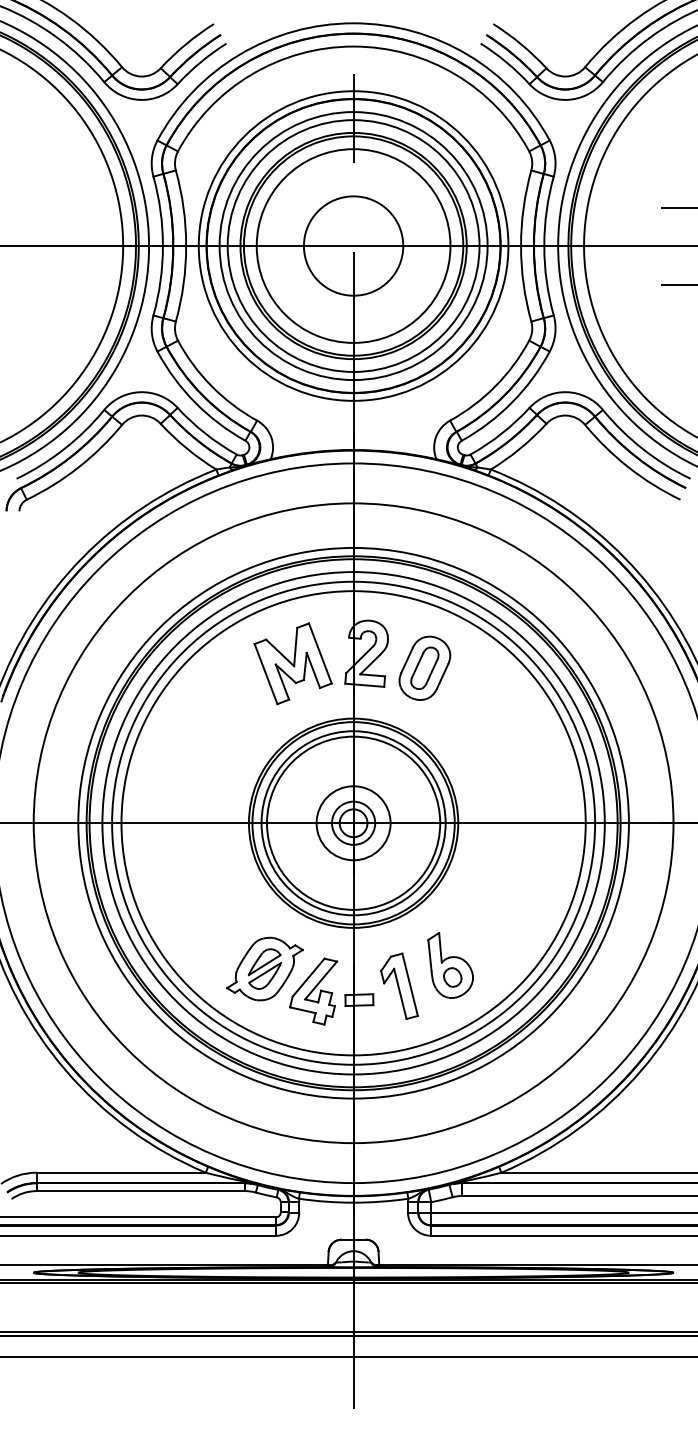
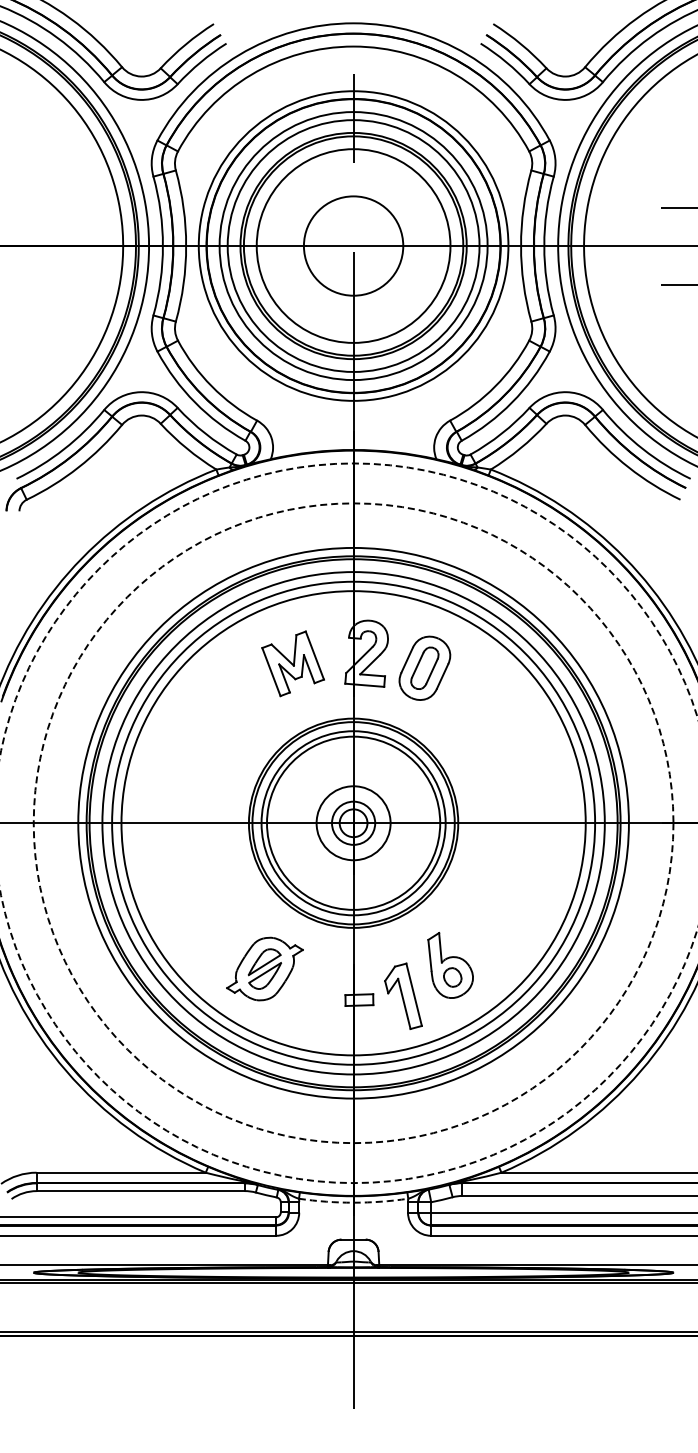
part at (292, 663) size: 80x84 px -> 64x68 px
circle at (348, 823): solid -> dashed
circle at (353, 823): solid -> dashed
part at (399, 985) position: (399, 985) -> (403, 995)
part at (313, 991): present -> none
arc at (353, 1202): solid -> dashed
line at (348, 1356): present -> none
